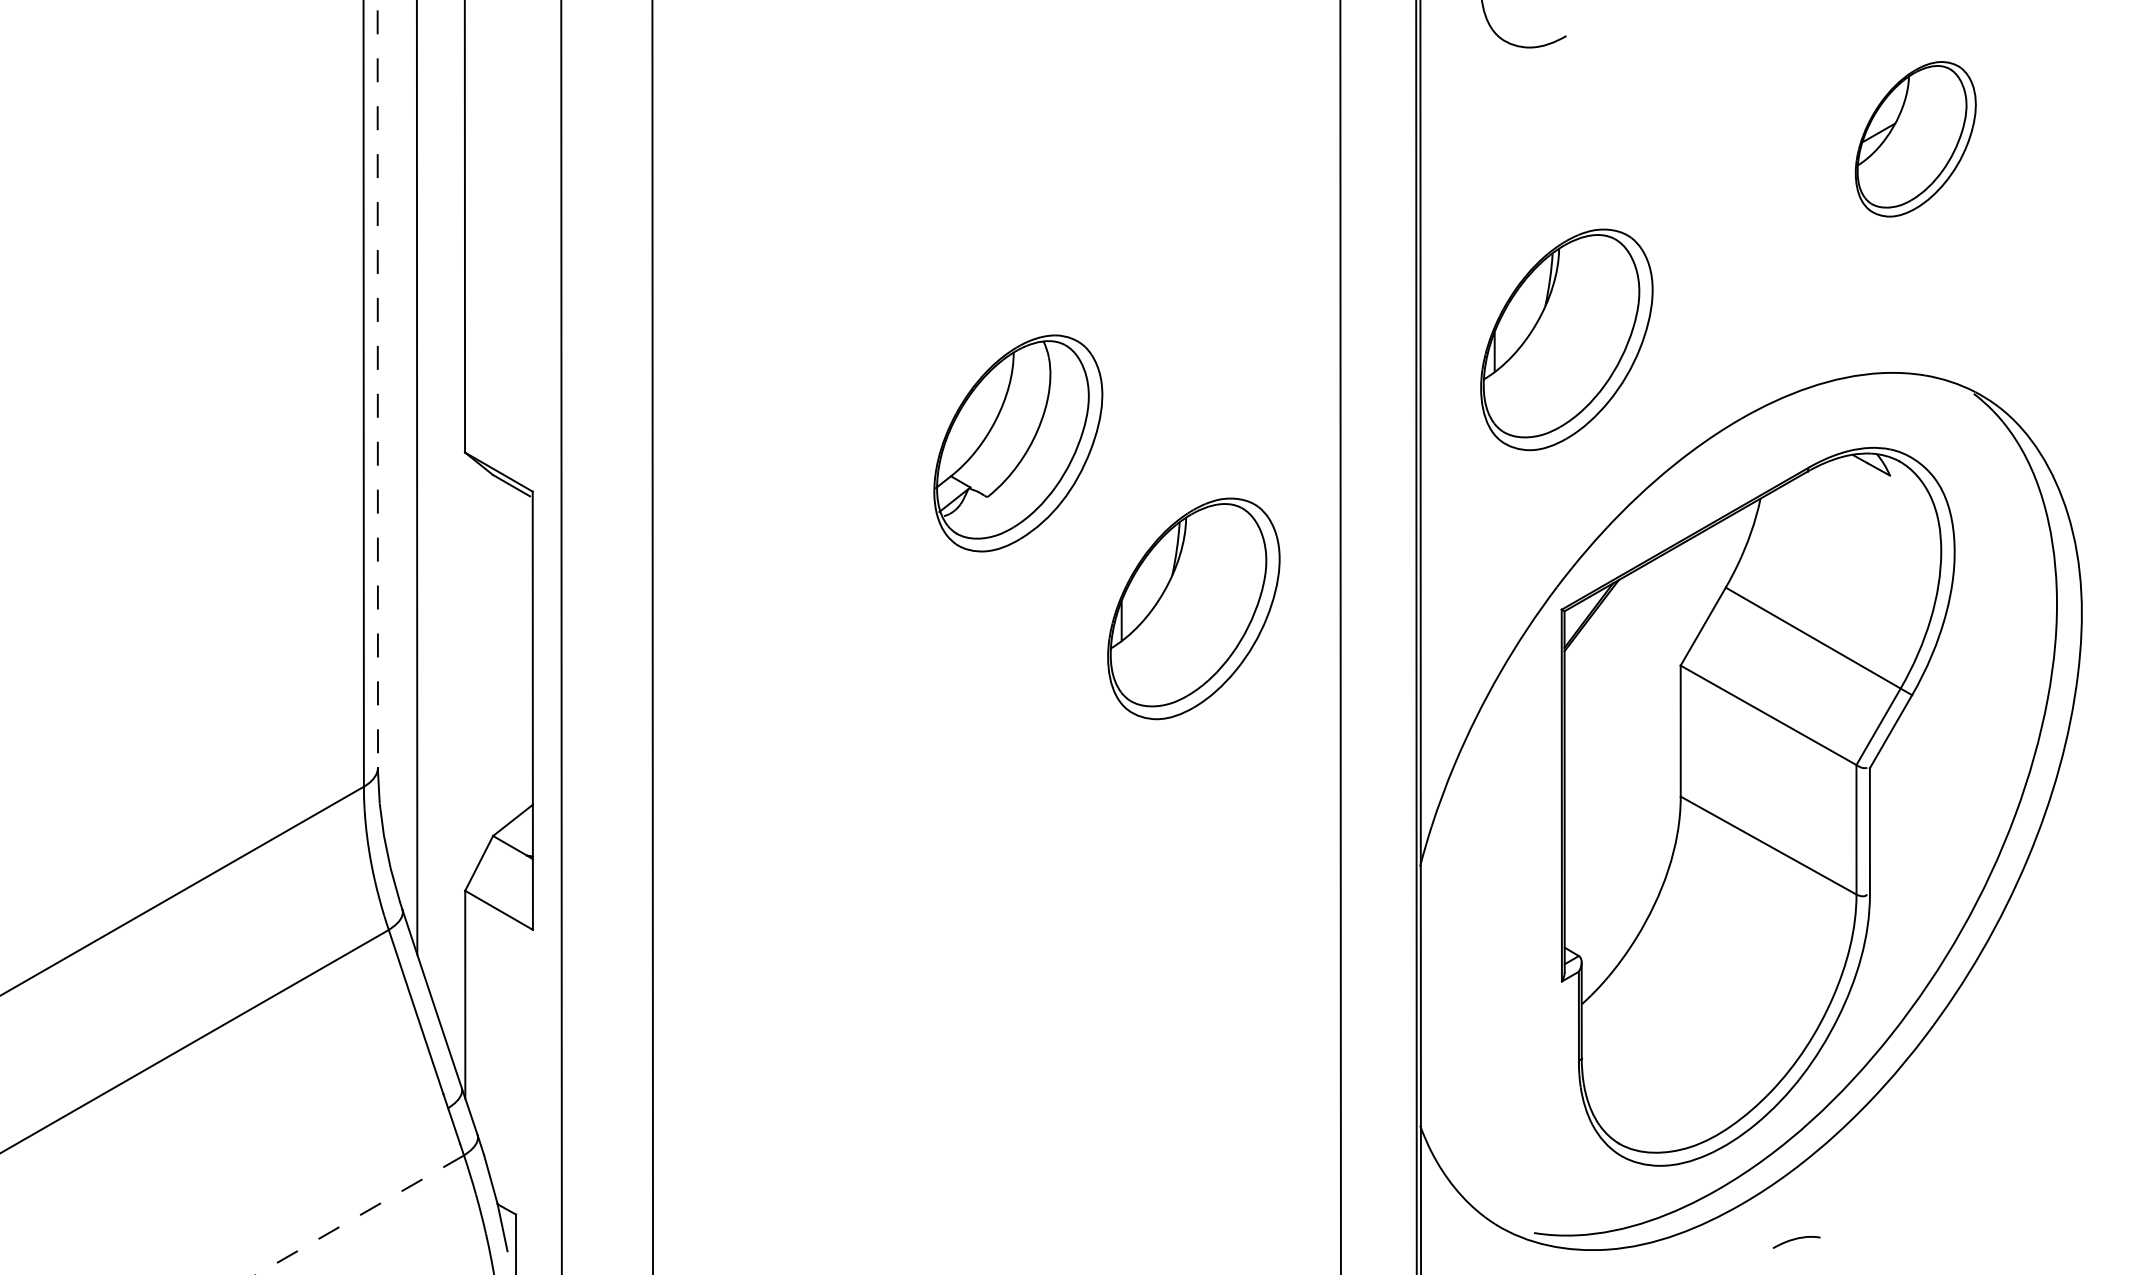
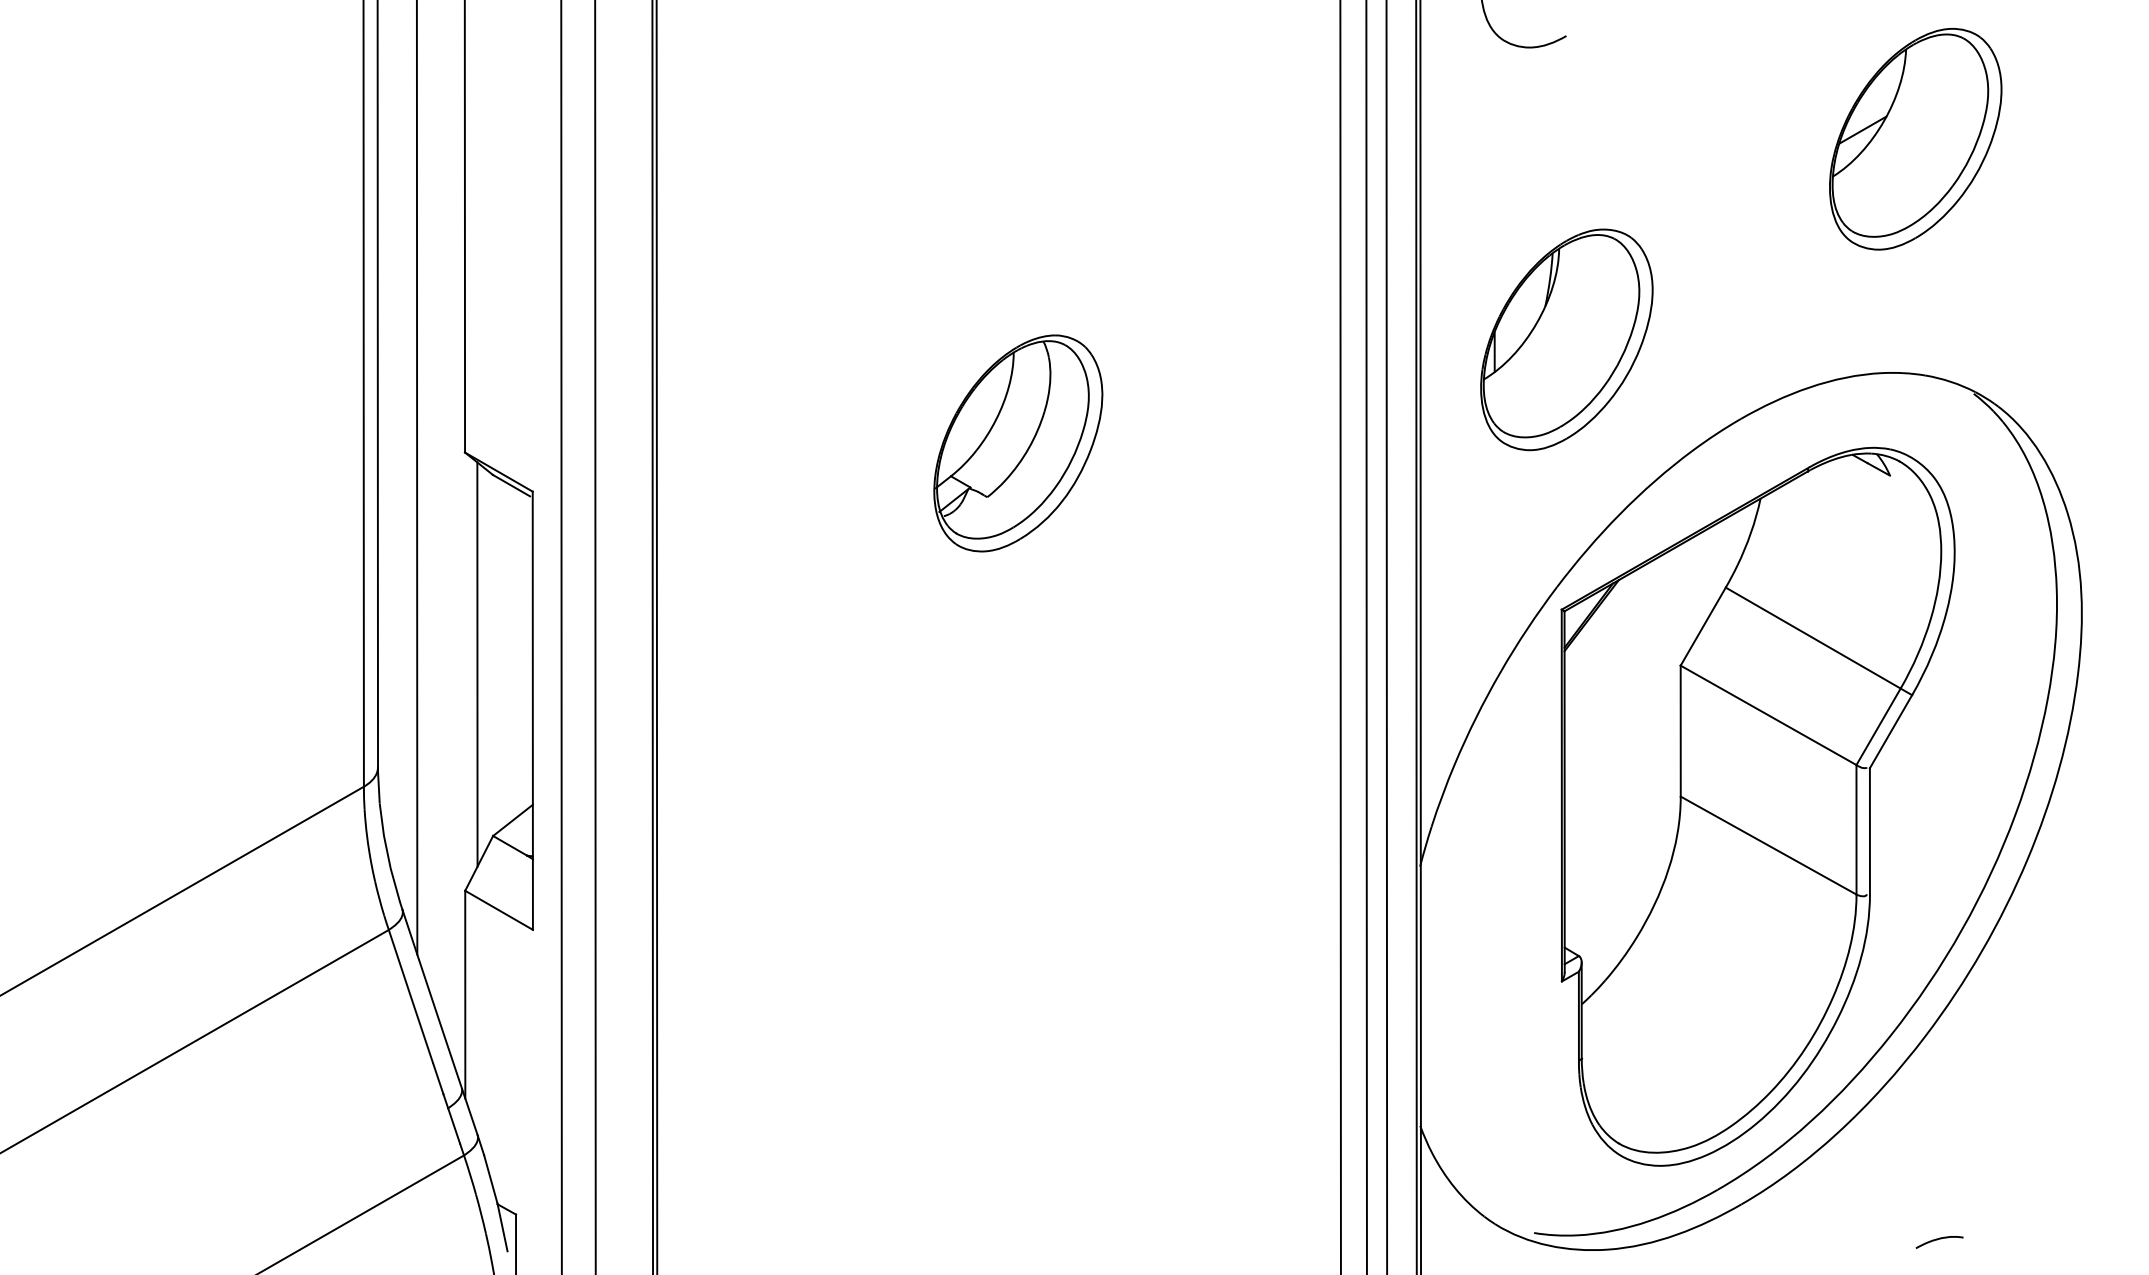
part at (1915, 139) size: 123x157 px -> 174x223 px
line at (377, 384): dashed -> solid
part at (1193, 608): present -> none
line at (595, 636): none -> present
line at (656, 636): none -> present
line at (1366, 636): none -> present
line at (1386, 636): none -> present
line at (477, 664): none -> present
line at (360, 1215): dashed -> solid
curve at (1794, 1240) position: (1794, 1240) -> (1937, 1240)
